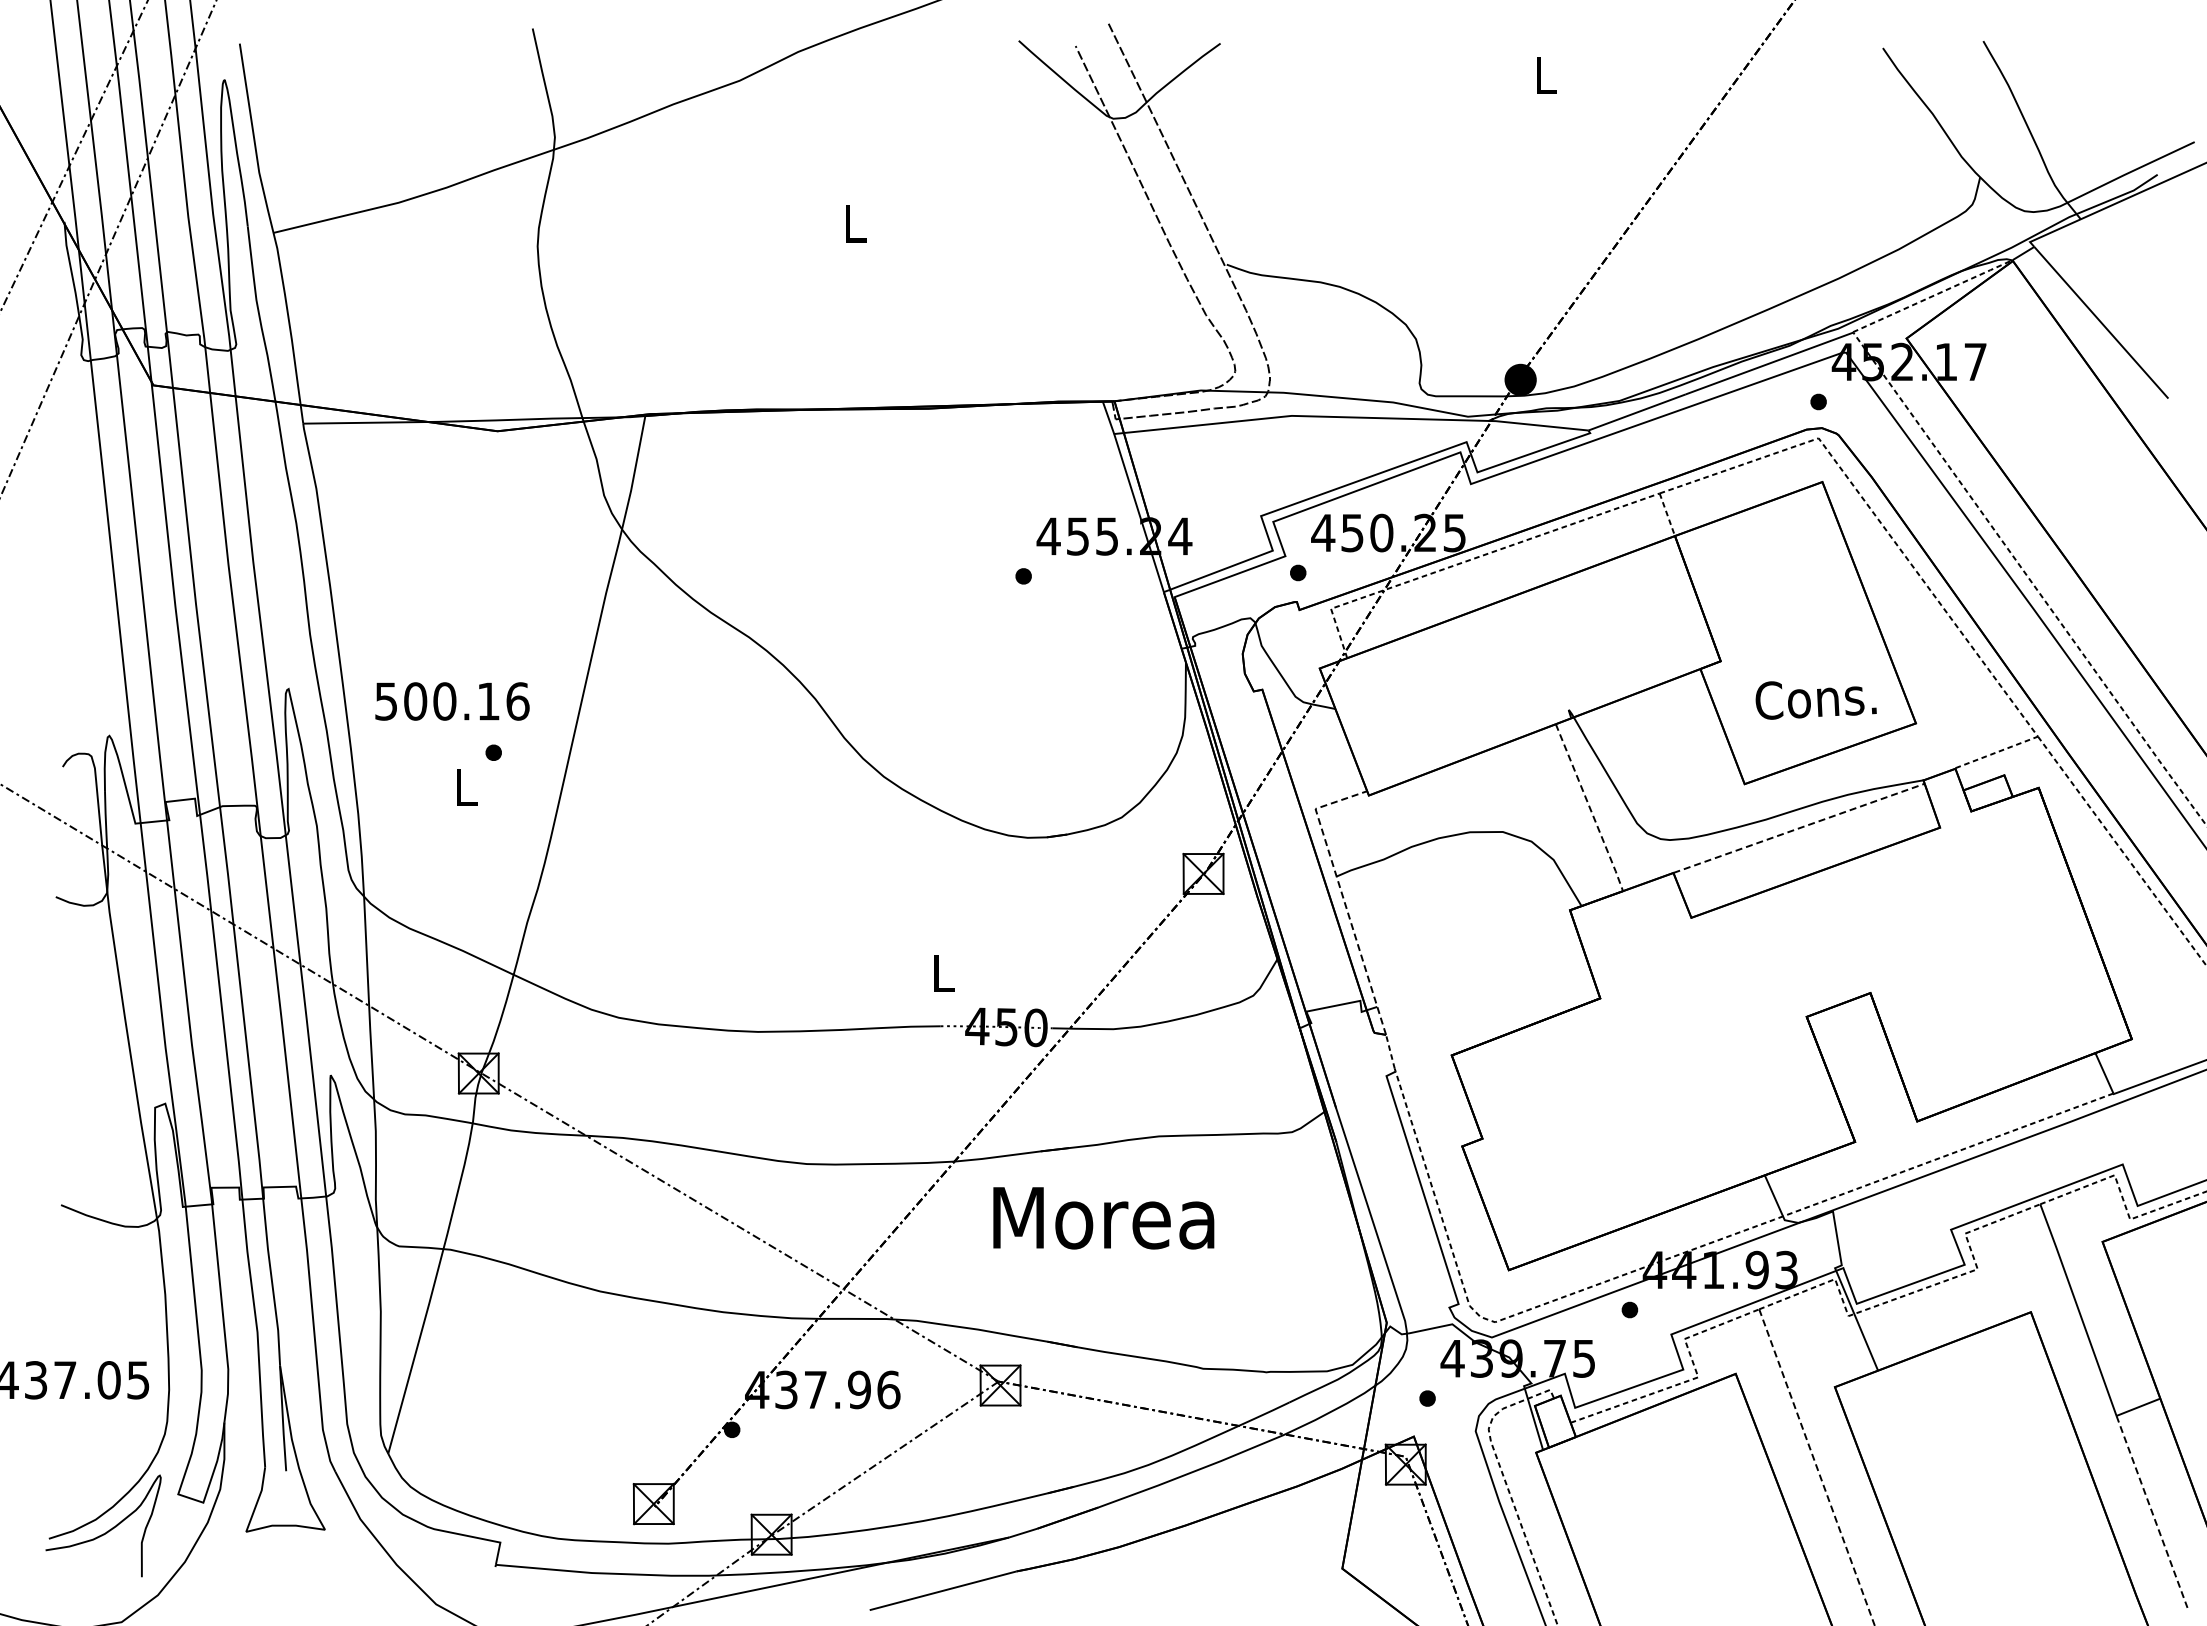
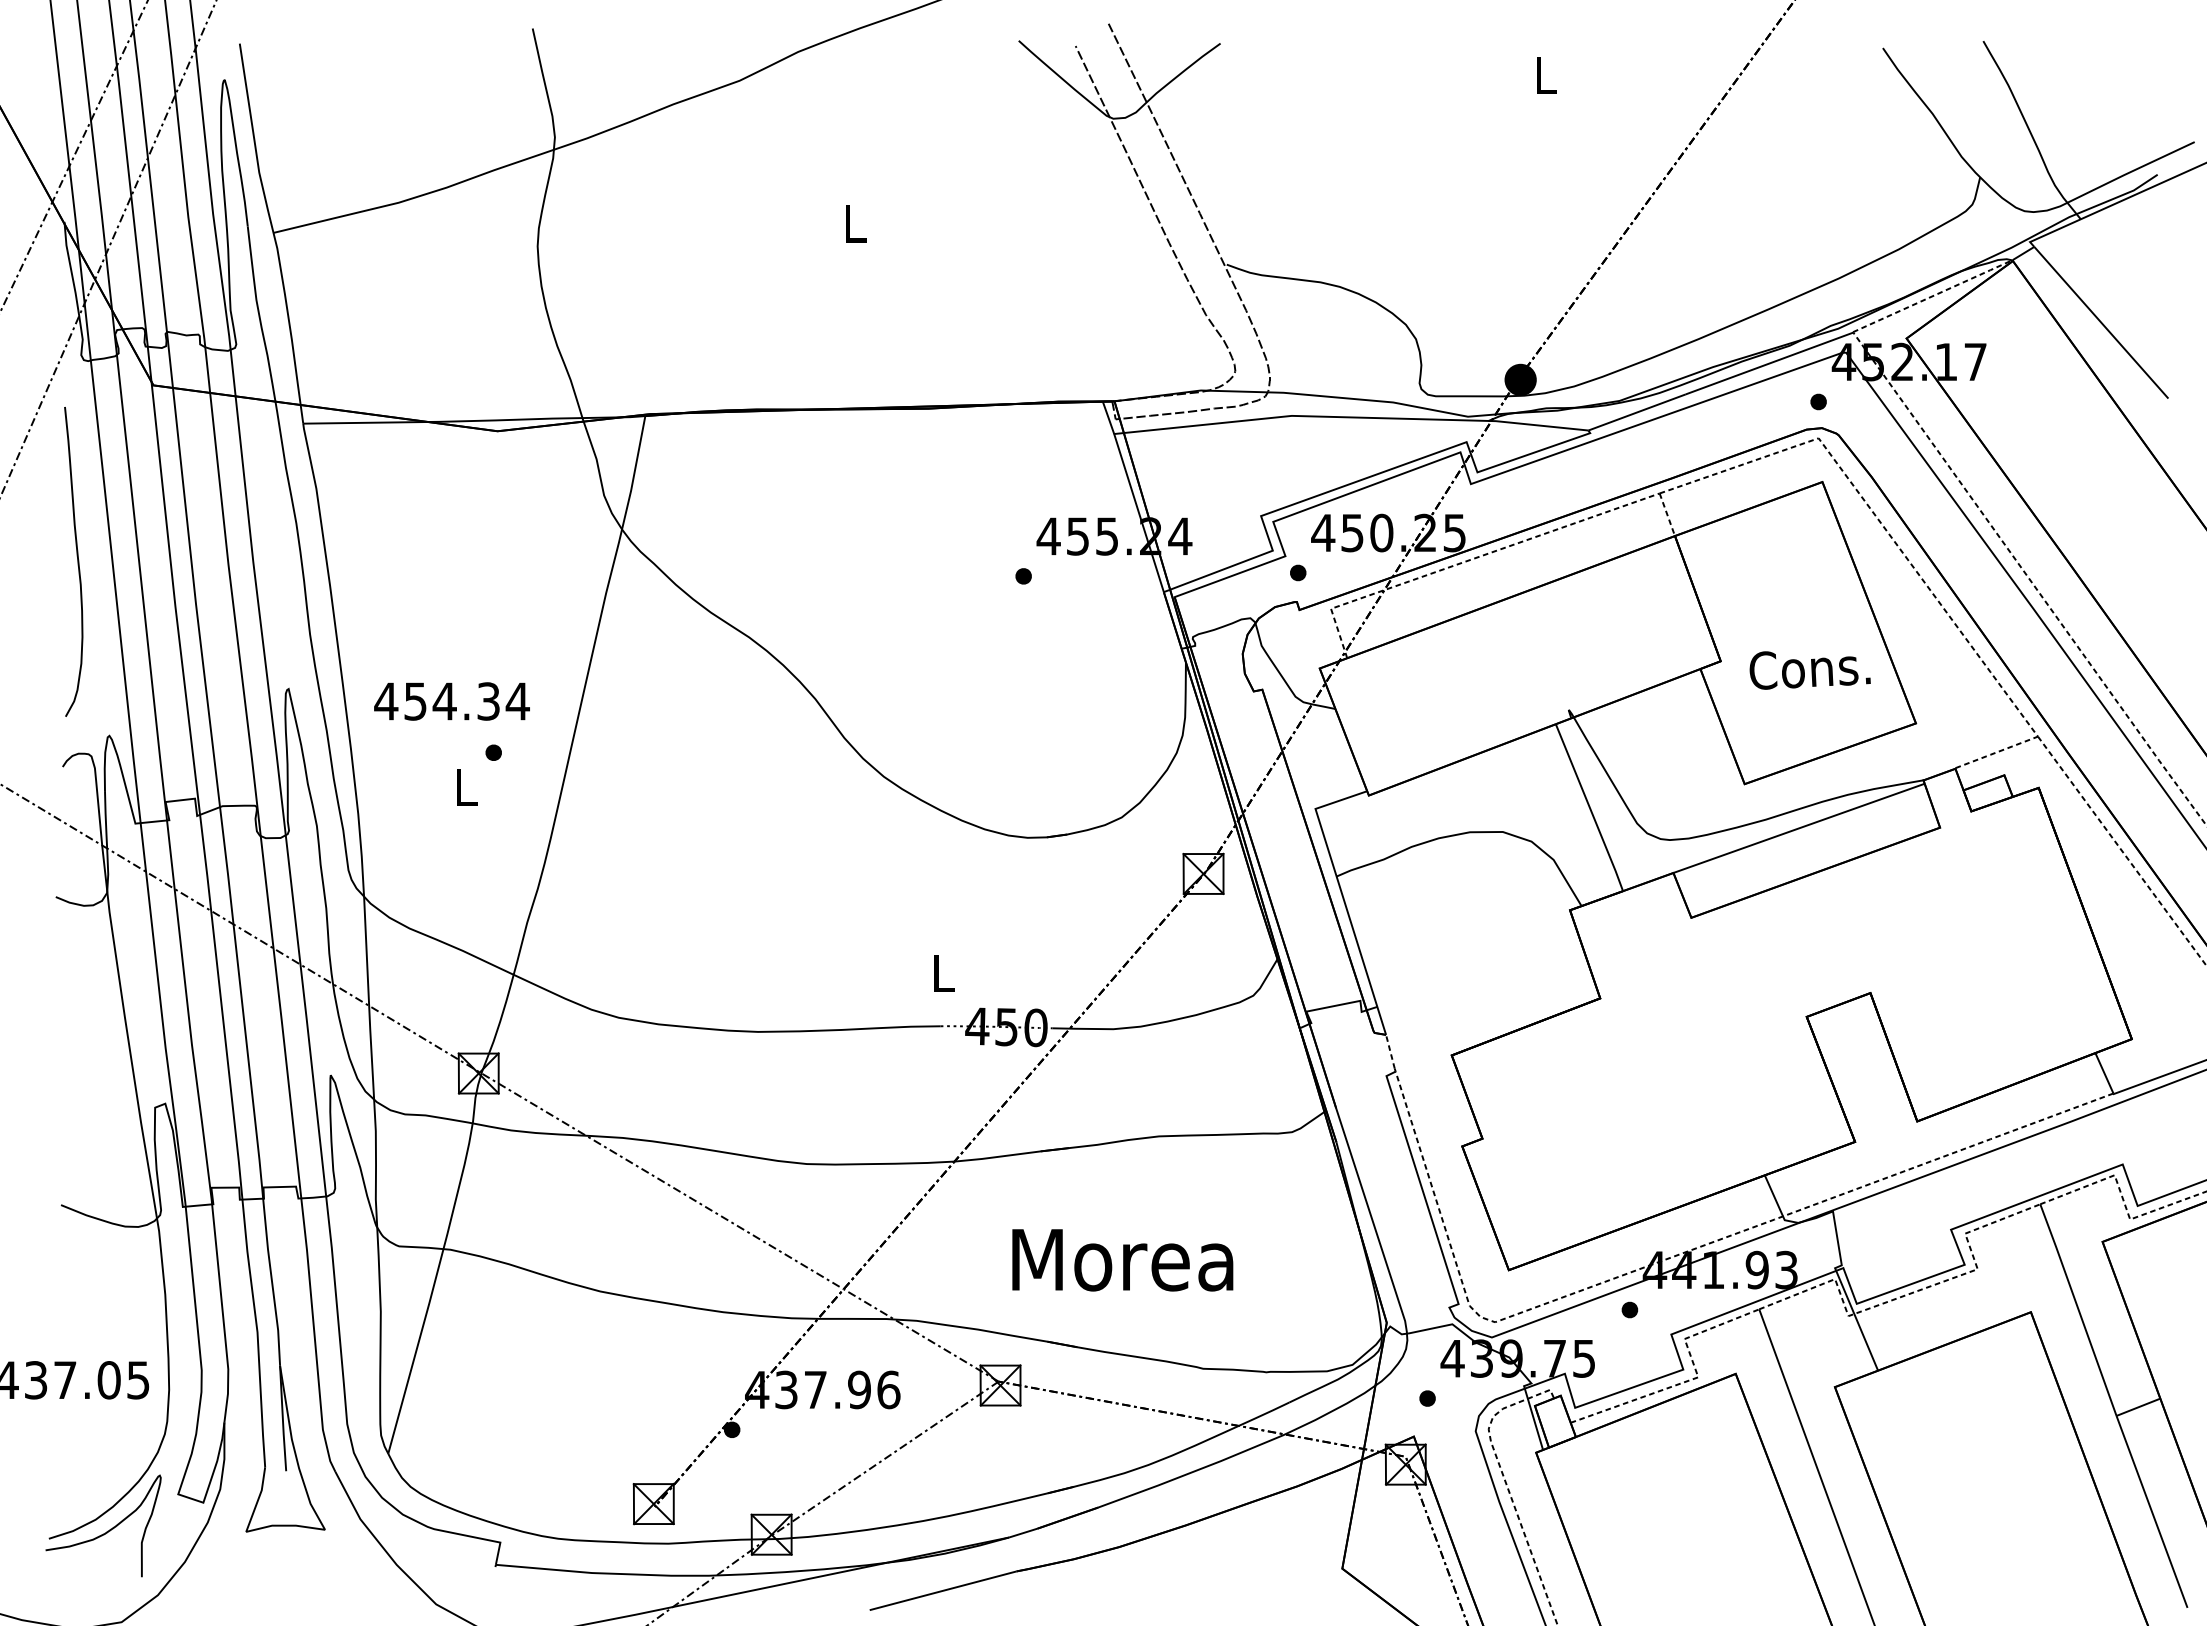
curve at (77, 561): none -> present
text at (1815, 700) position: (1815, 700) -> (1809, 670)
text at (451, 701): 500.16 -> 454.34
line at (1590, 808): dashed -> solid
line at (1799, 828): dashed -> solid
line at (1342, 894): dashed -> solid
text at (1103, 1218) position: (1103, 1218) -> (1122, 1260)
line at (1817, 1467): dashed -> solid
line at (2152, 1512): dashed -> solid
